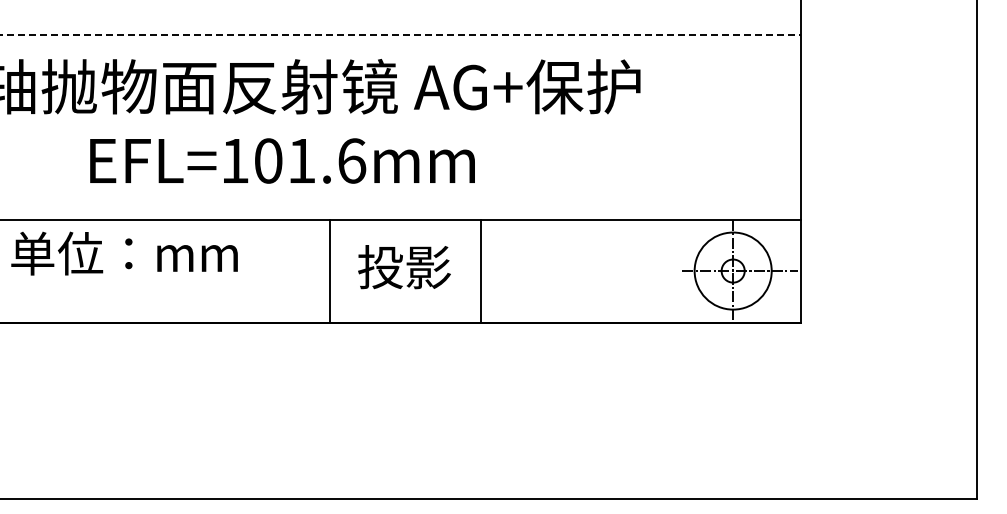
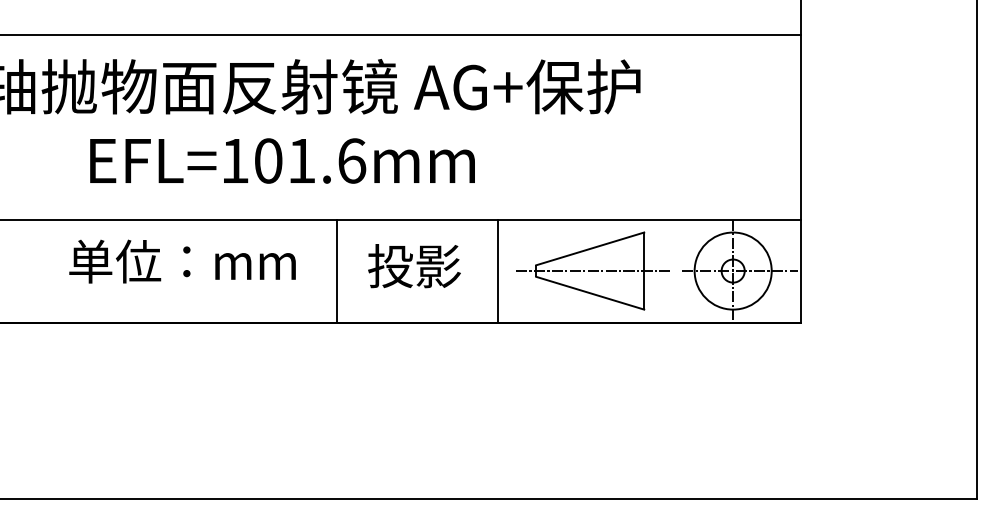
line at (400, 34): dashed -> solid
text at (124, 253) position: (124, 253) -> (182, 261)
text at (404, 267) position: (404, 267) -> (414, 266)
line at (329, 270) position: (329, 270) -> (336, 270)
line at (480, 270) position: (480, 270) -> (497, 270)
part at (592, 270): none -> present
